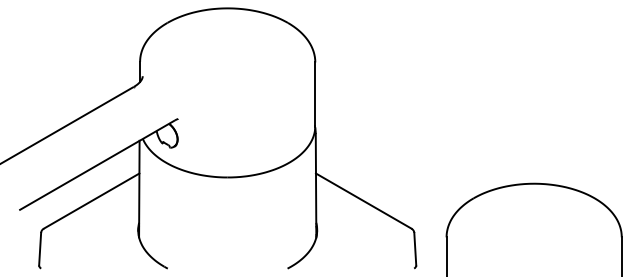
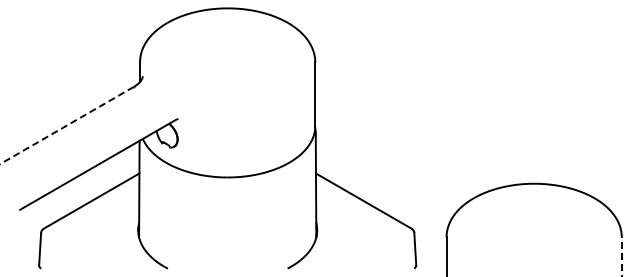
line at (66, 125): solid -> dashed
line at (621, 256): solid -> dashed
